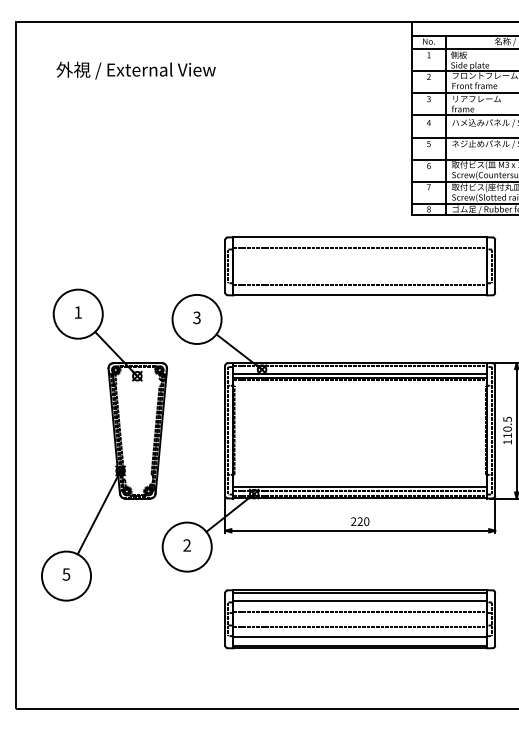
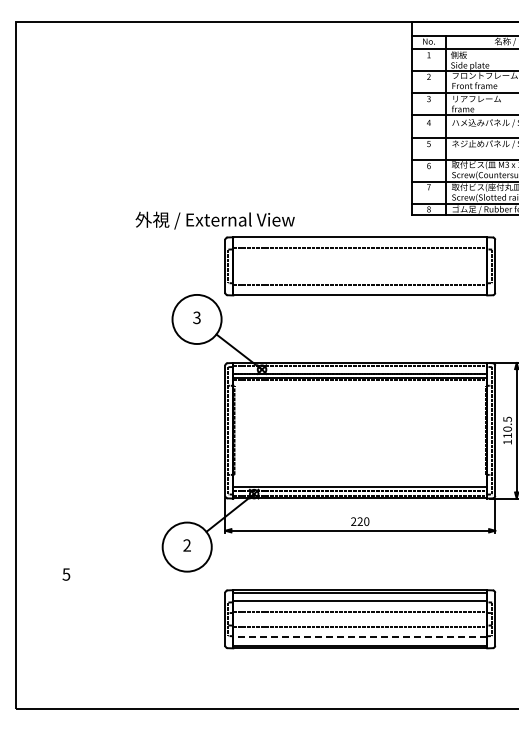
text at (135, 70) position: (135, 70) -> (214, 220)
part at (114, 444): present -> none
line at (360, 637): solid -> dashed
